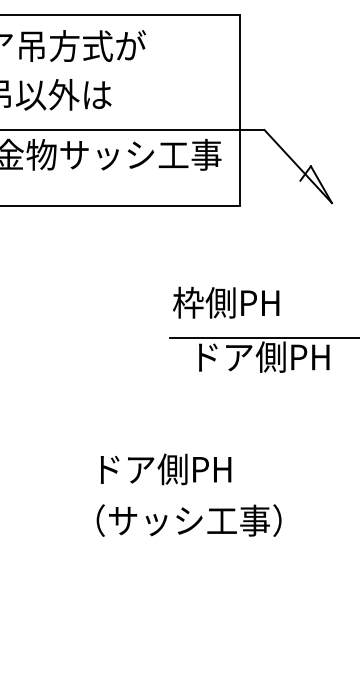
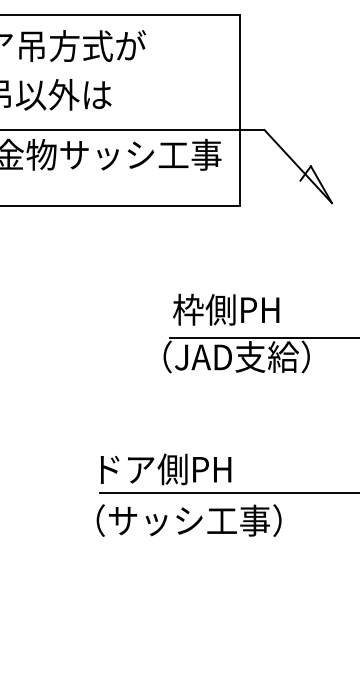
text at (226, 302) position: (226, 302) -> (226, 309)
text at (246, 356): ドア側PH -> （JAD支給）
line at (228, 493): none -> present
